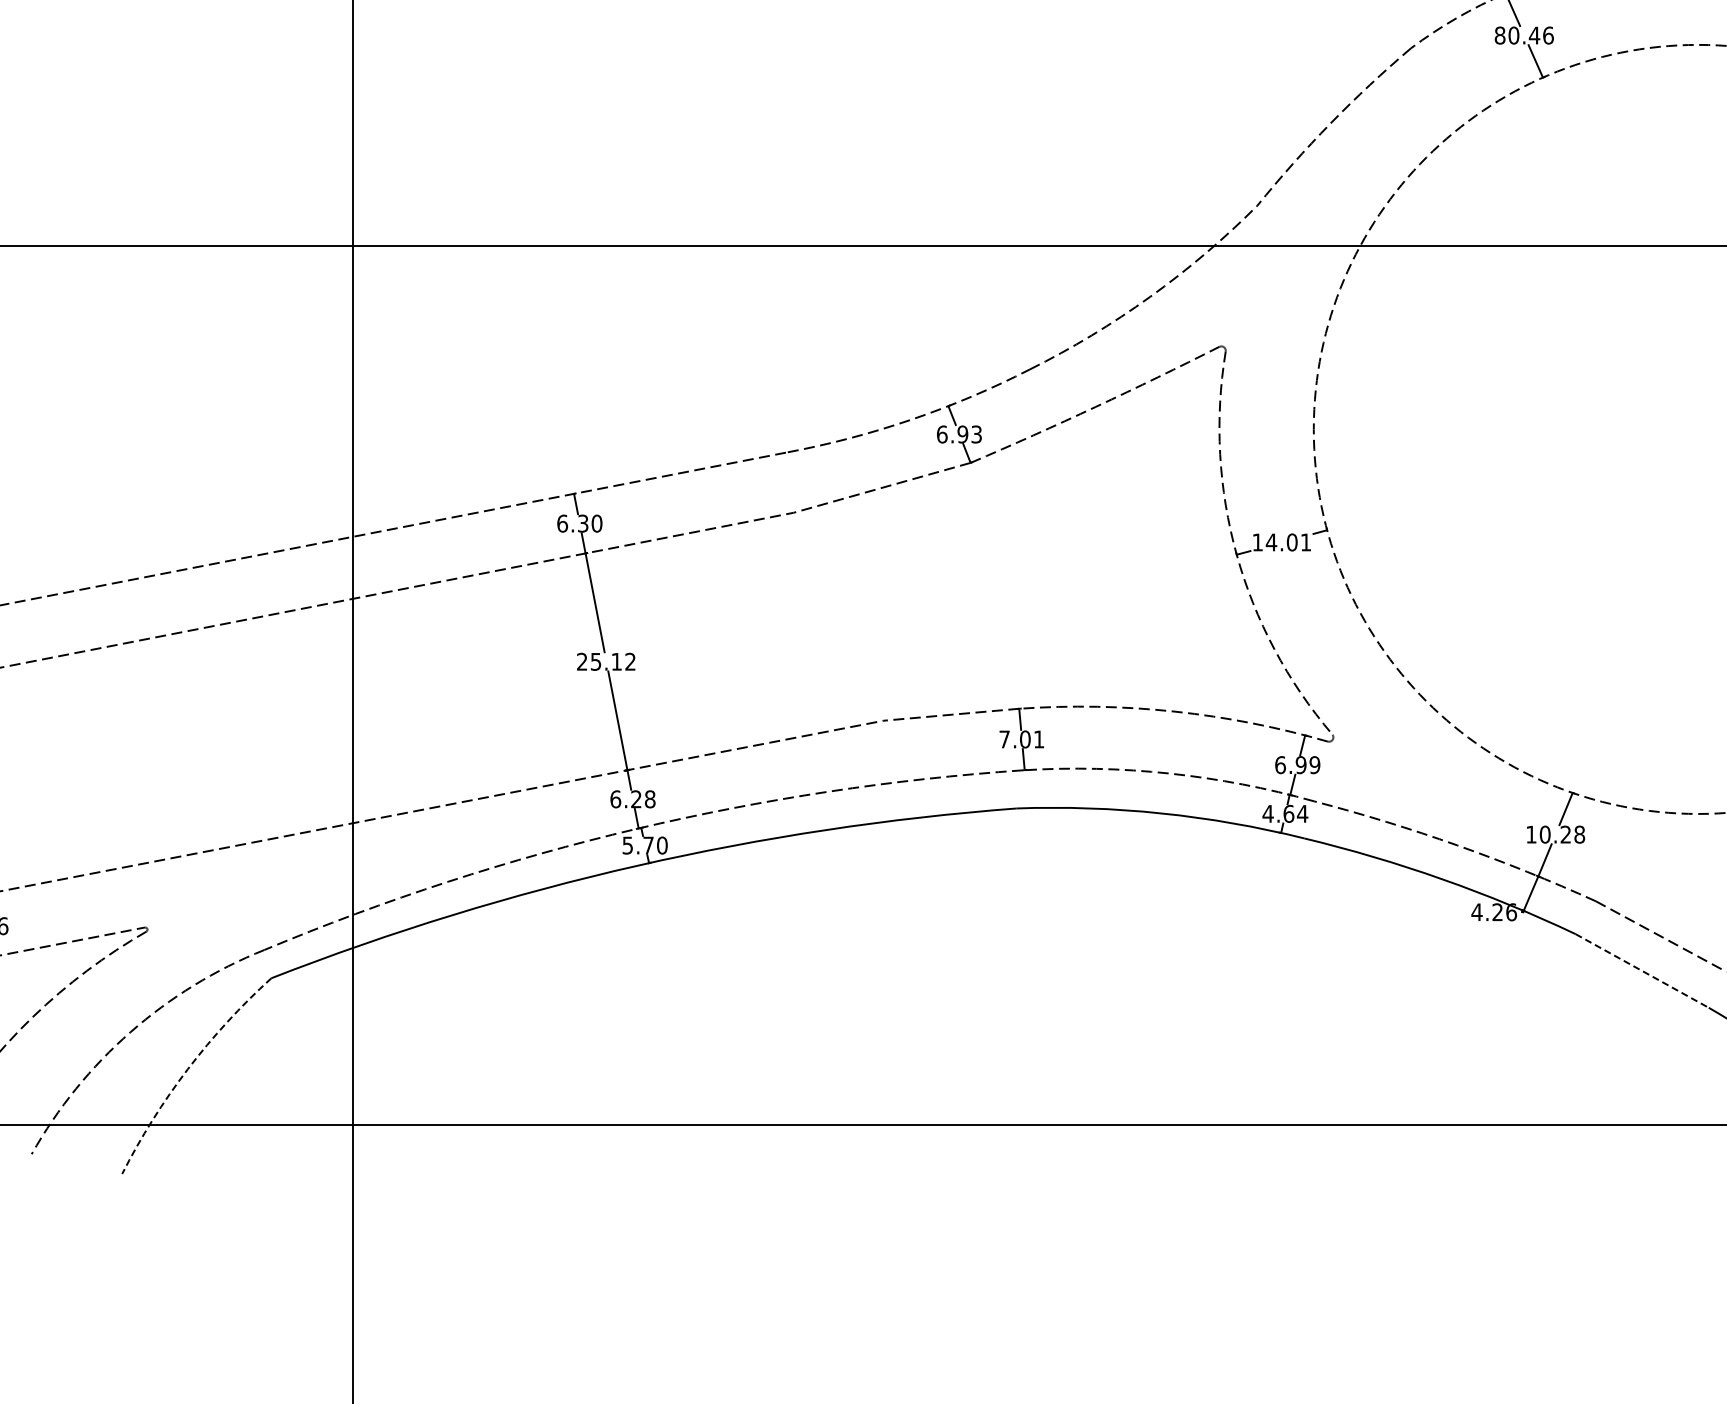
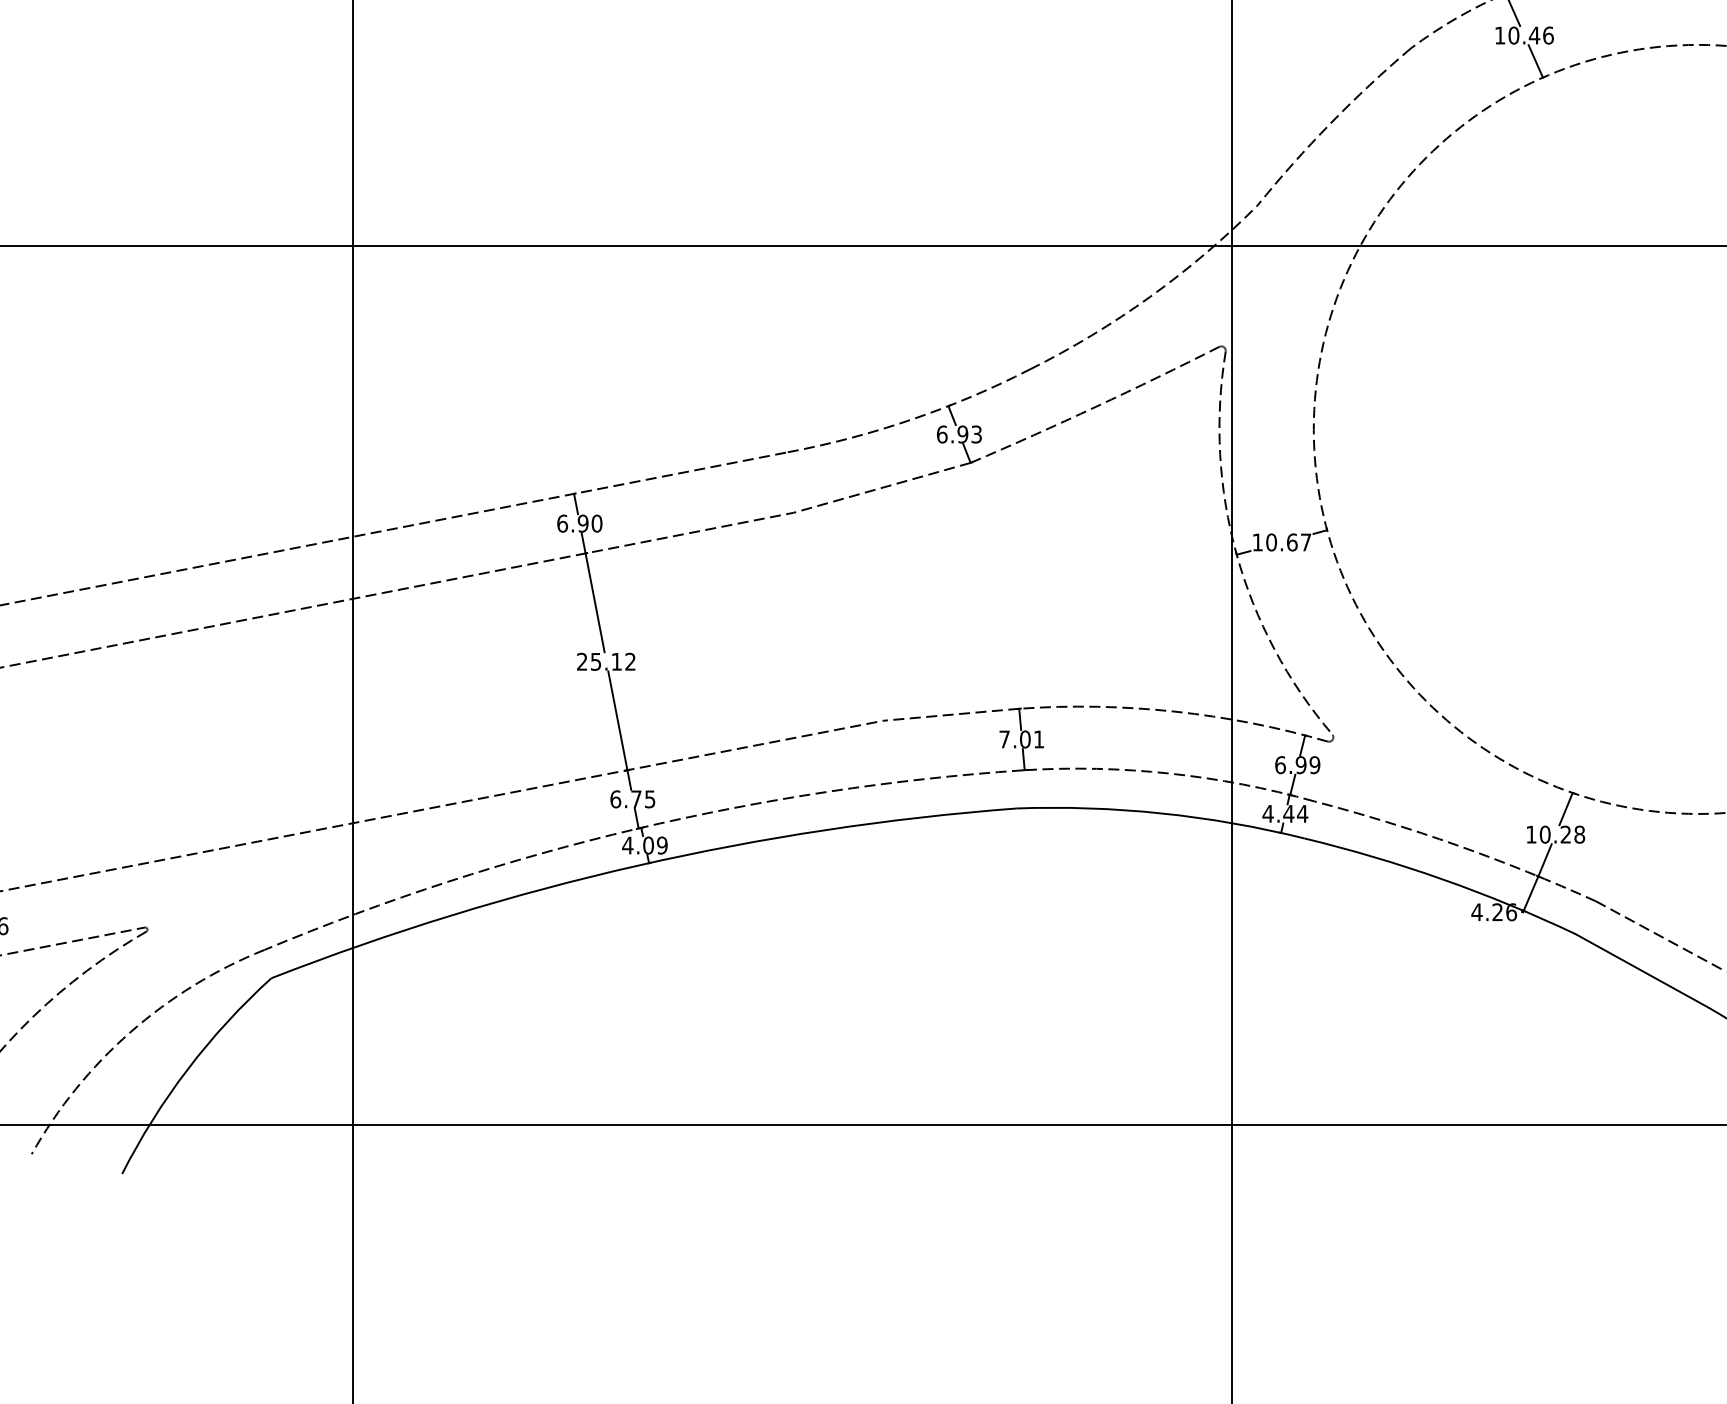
text at (1499, 35): 80.46 -> 10.46
text at (582, 523): 6.30 -> 6.90
text at (1288, 542): 14.01 -> 10.67
line at (1232, 701): none -> present
text at (643, 799): 6.28 -> 6.75
text at (1288, 813): 4.64 -> 4.44
text at (644, 845): 5.70 -> 4.09
line at (1642, 971): dashed -> solid
arc at (187, 1069): dashed -> solid
